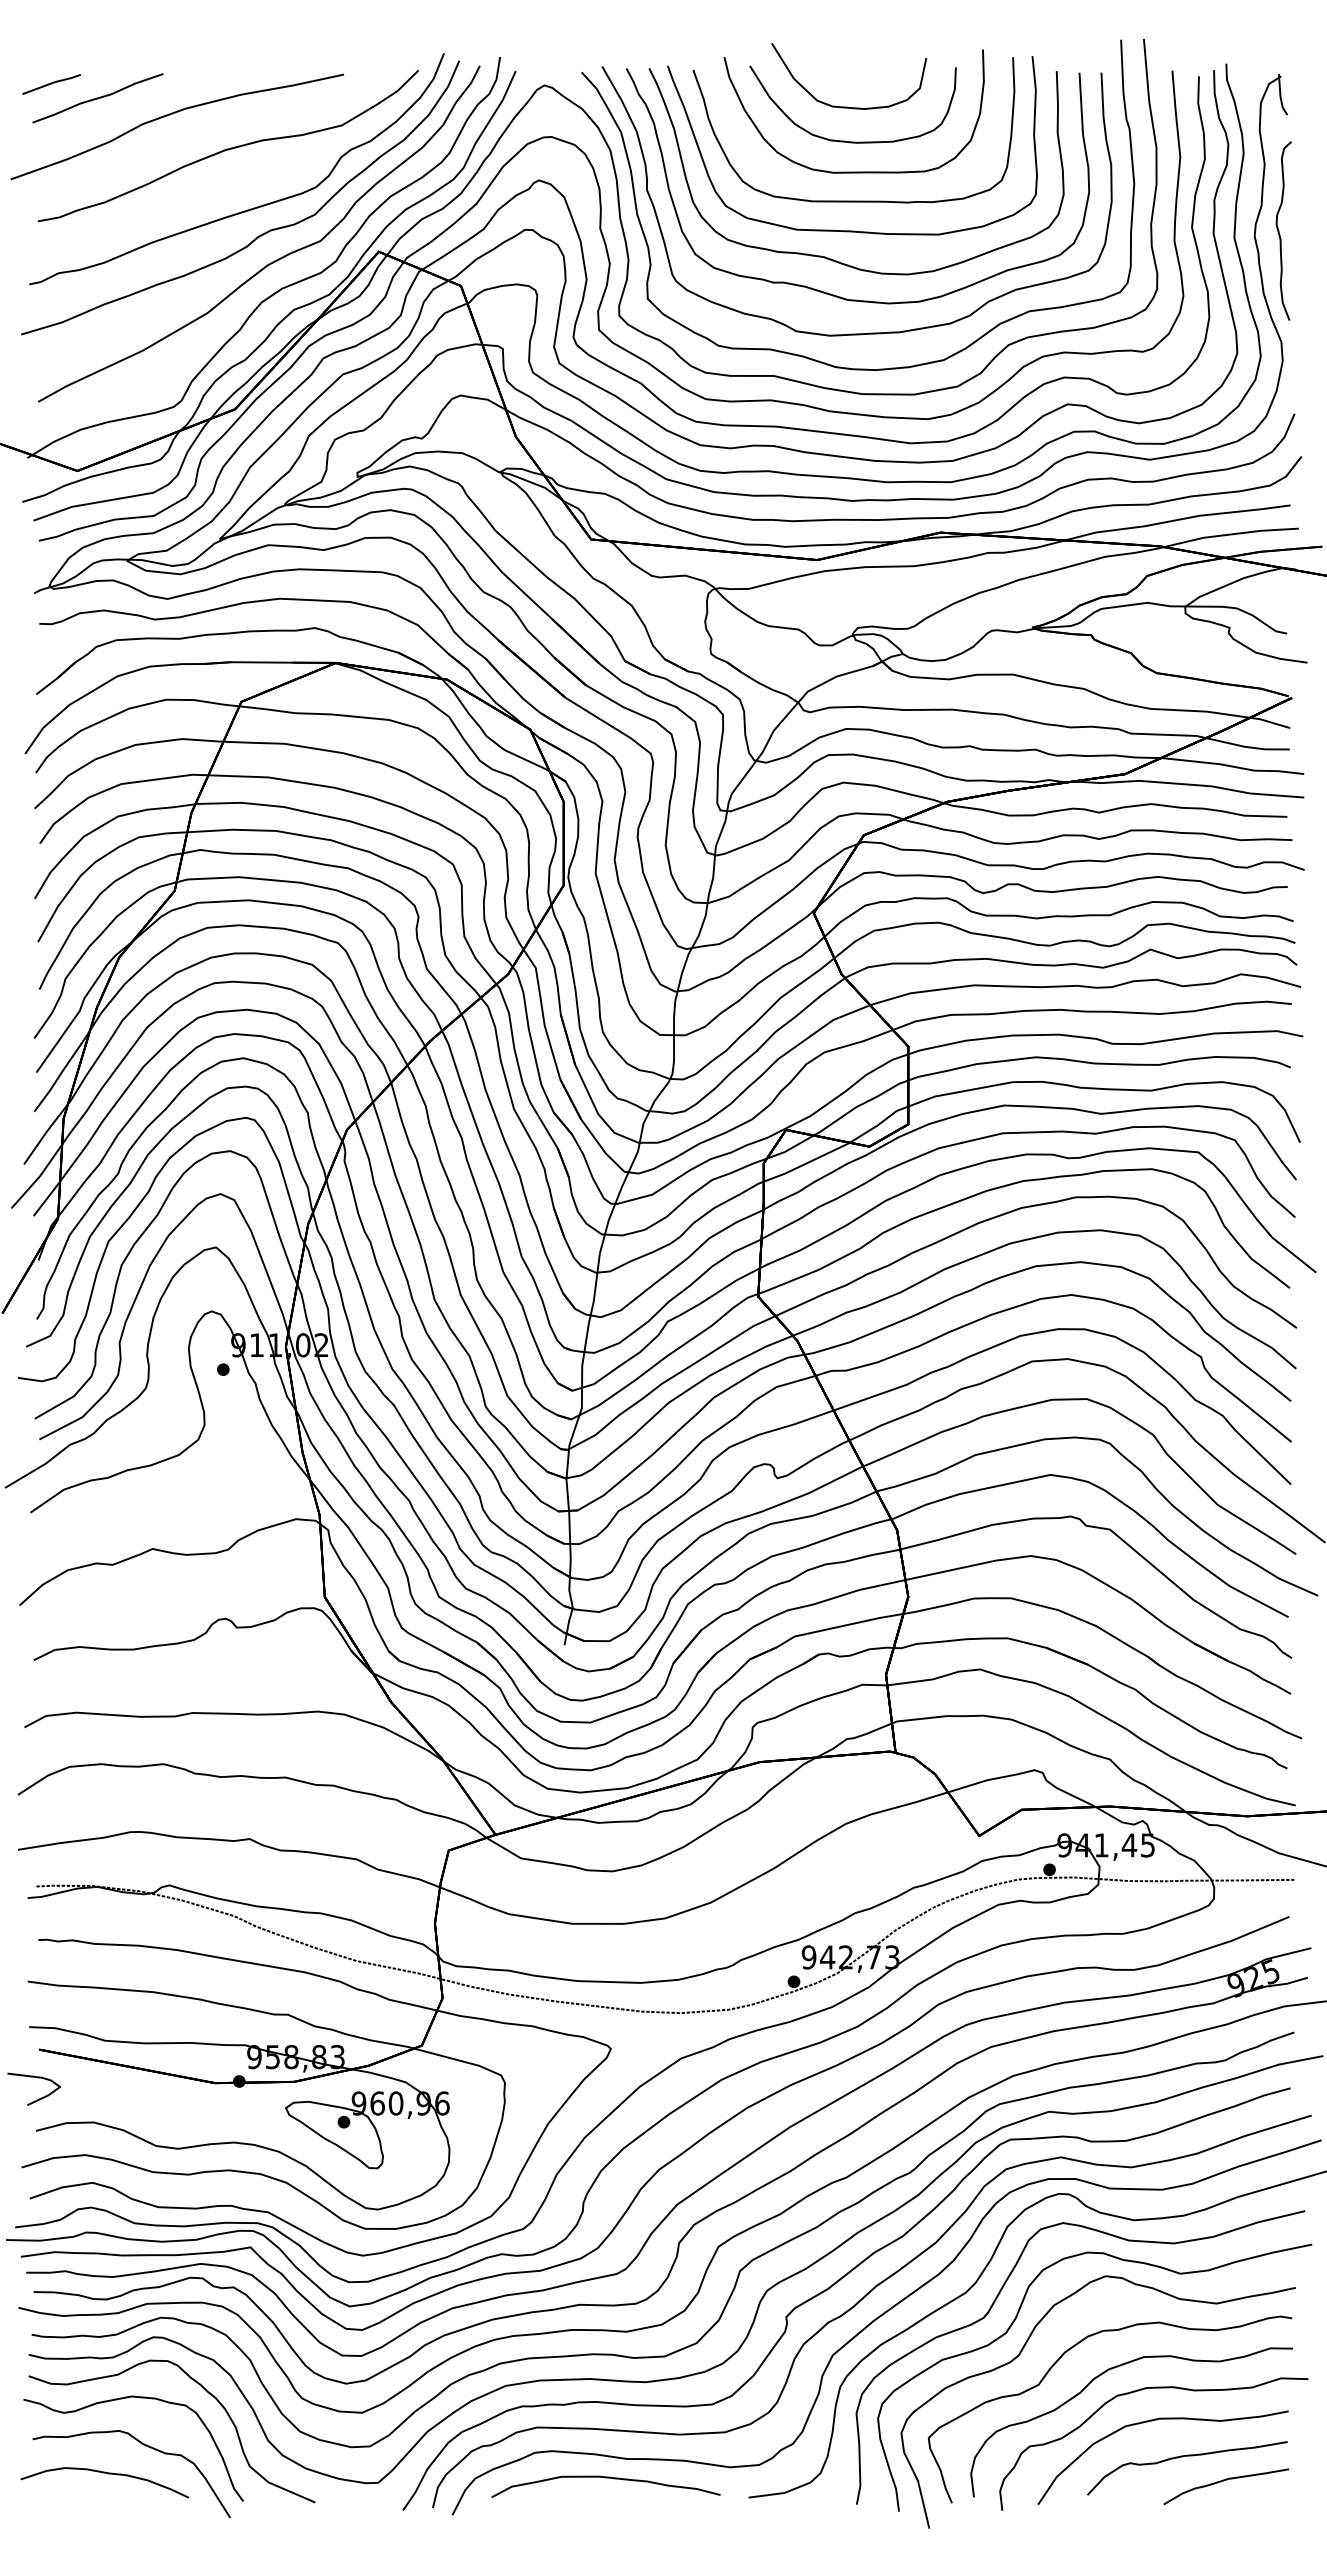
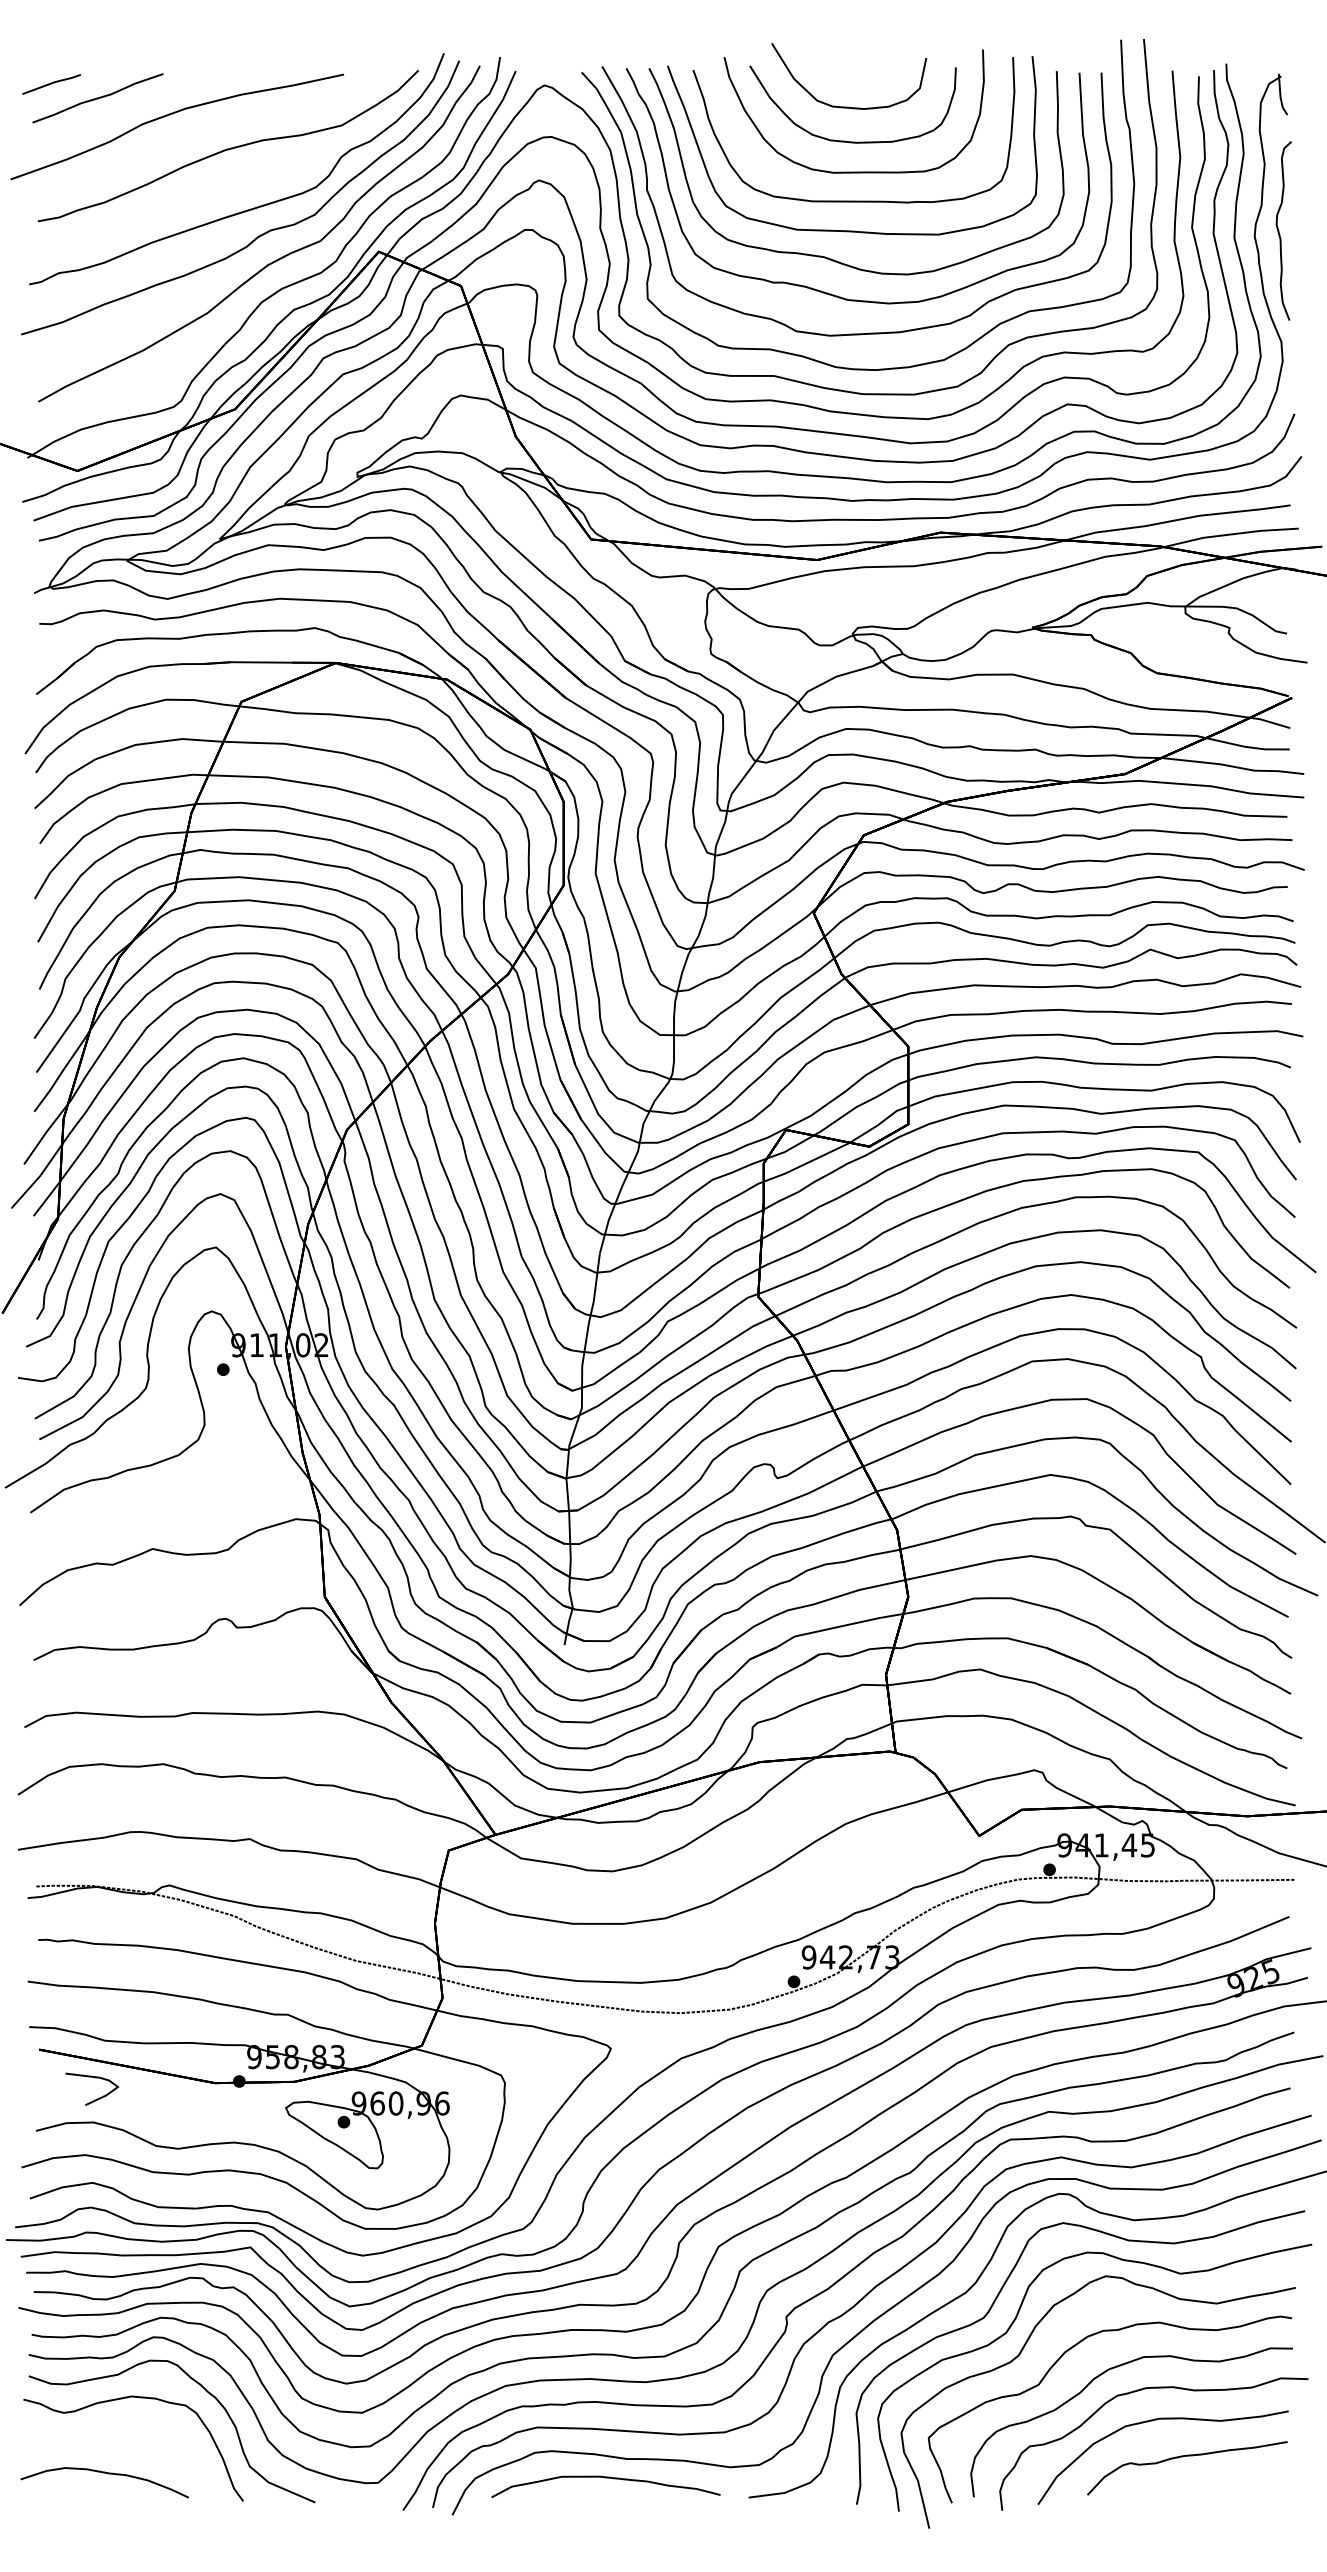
part at (37, 2078) position: (37, 2078) -> (95, 2078)
curve at (145, 2446): present -> none
curve at (1224, 2481): present -> none
